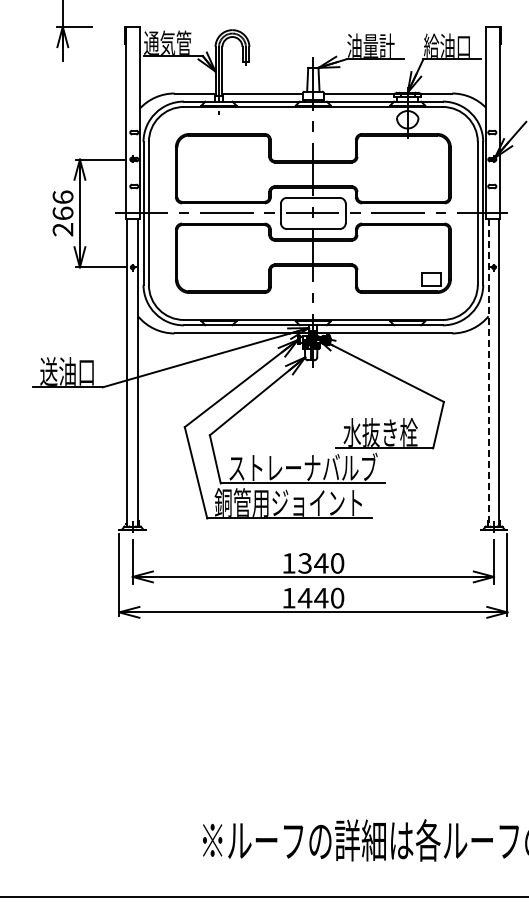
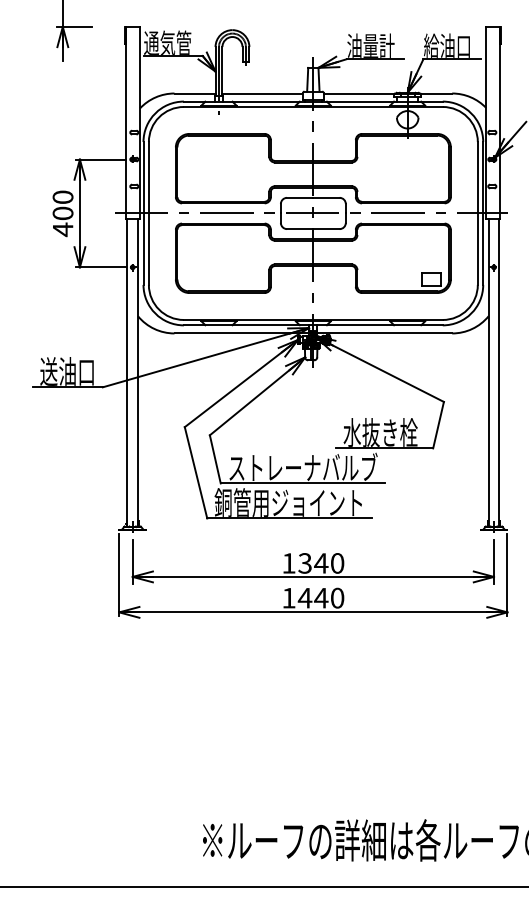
text at (62, 213): 266 -> 400
line at (488, 372): dashed -> solid
line at (263, 896) position: (263, 896) -> (263, 886)
